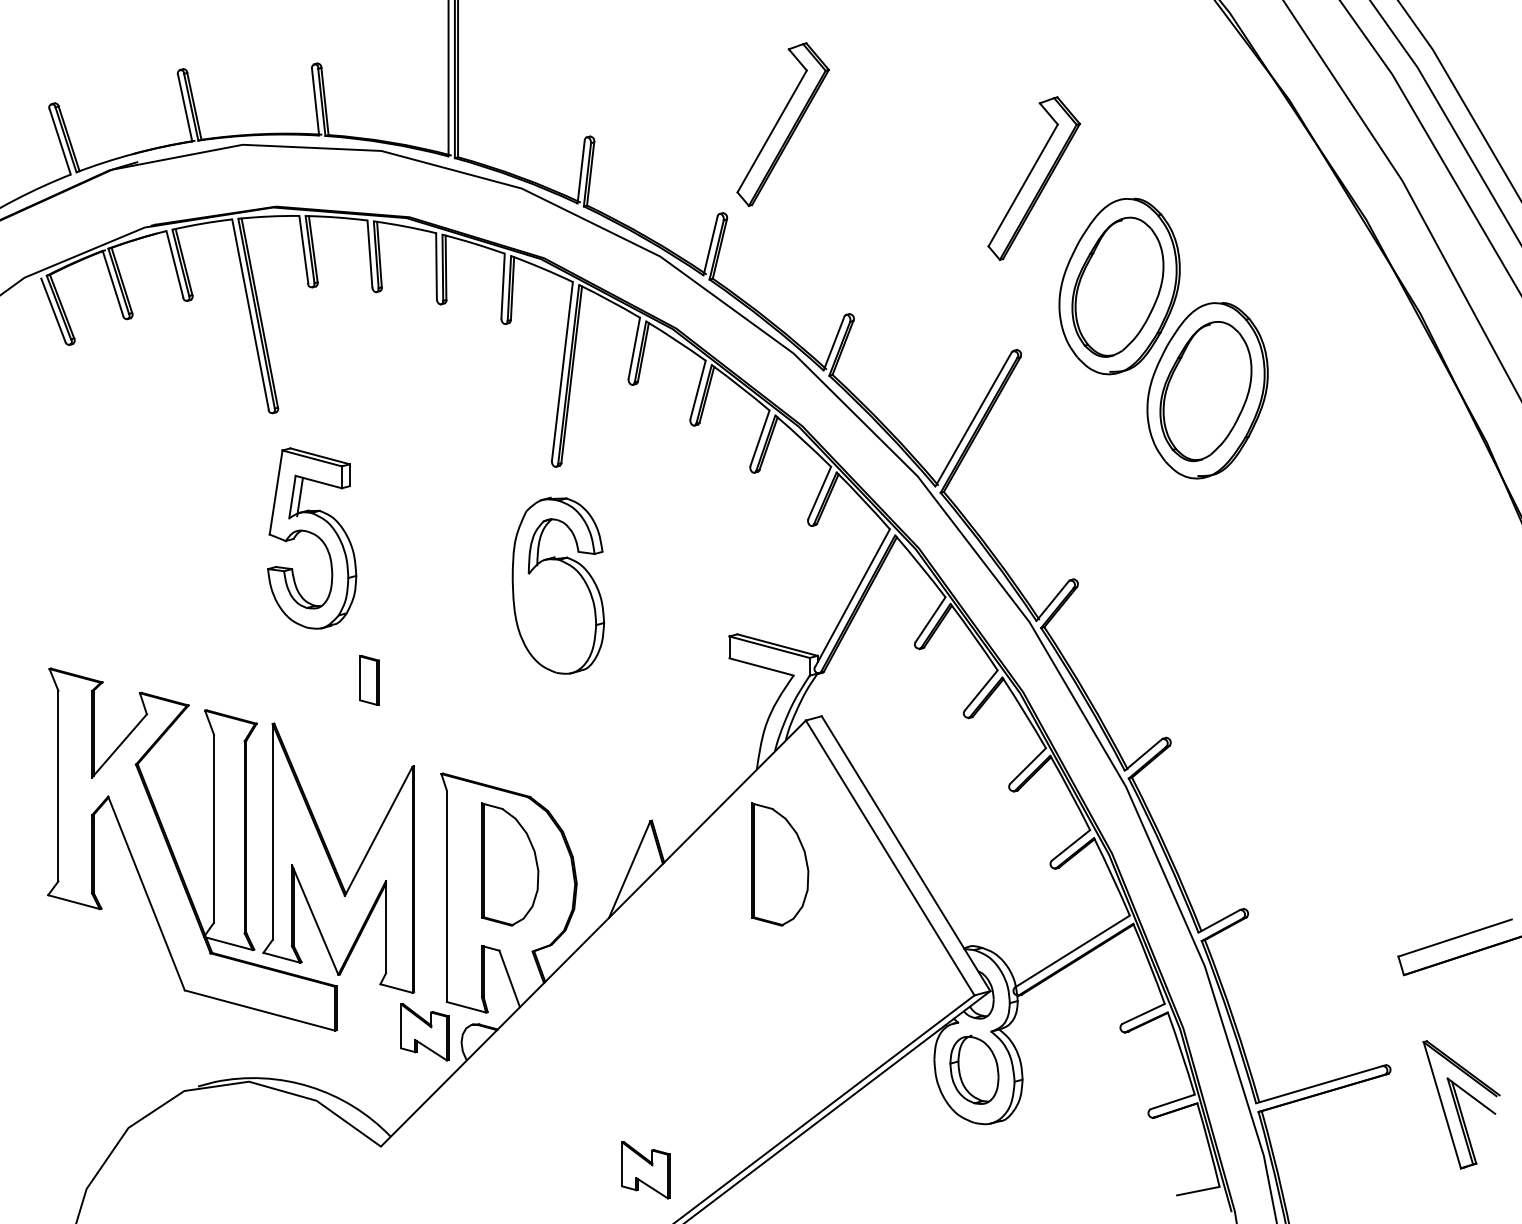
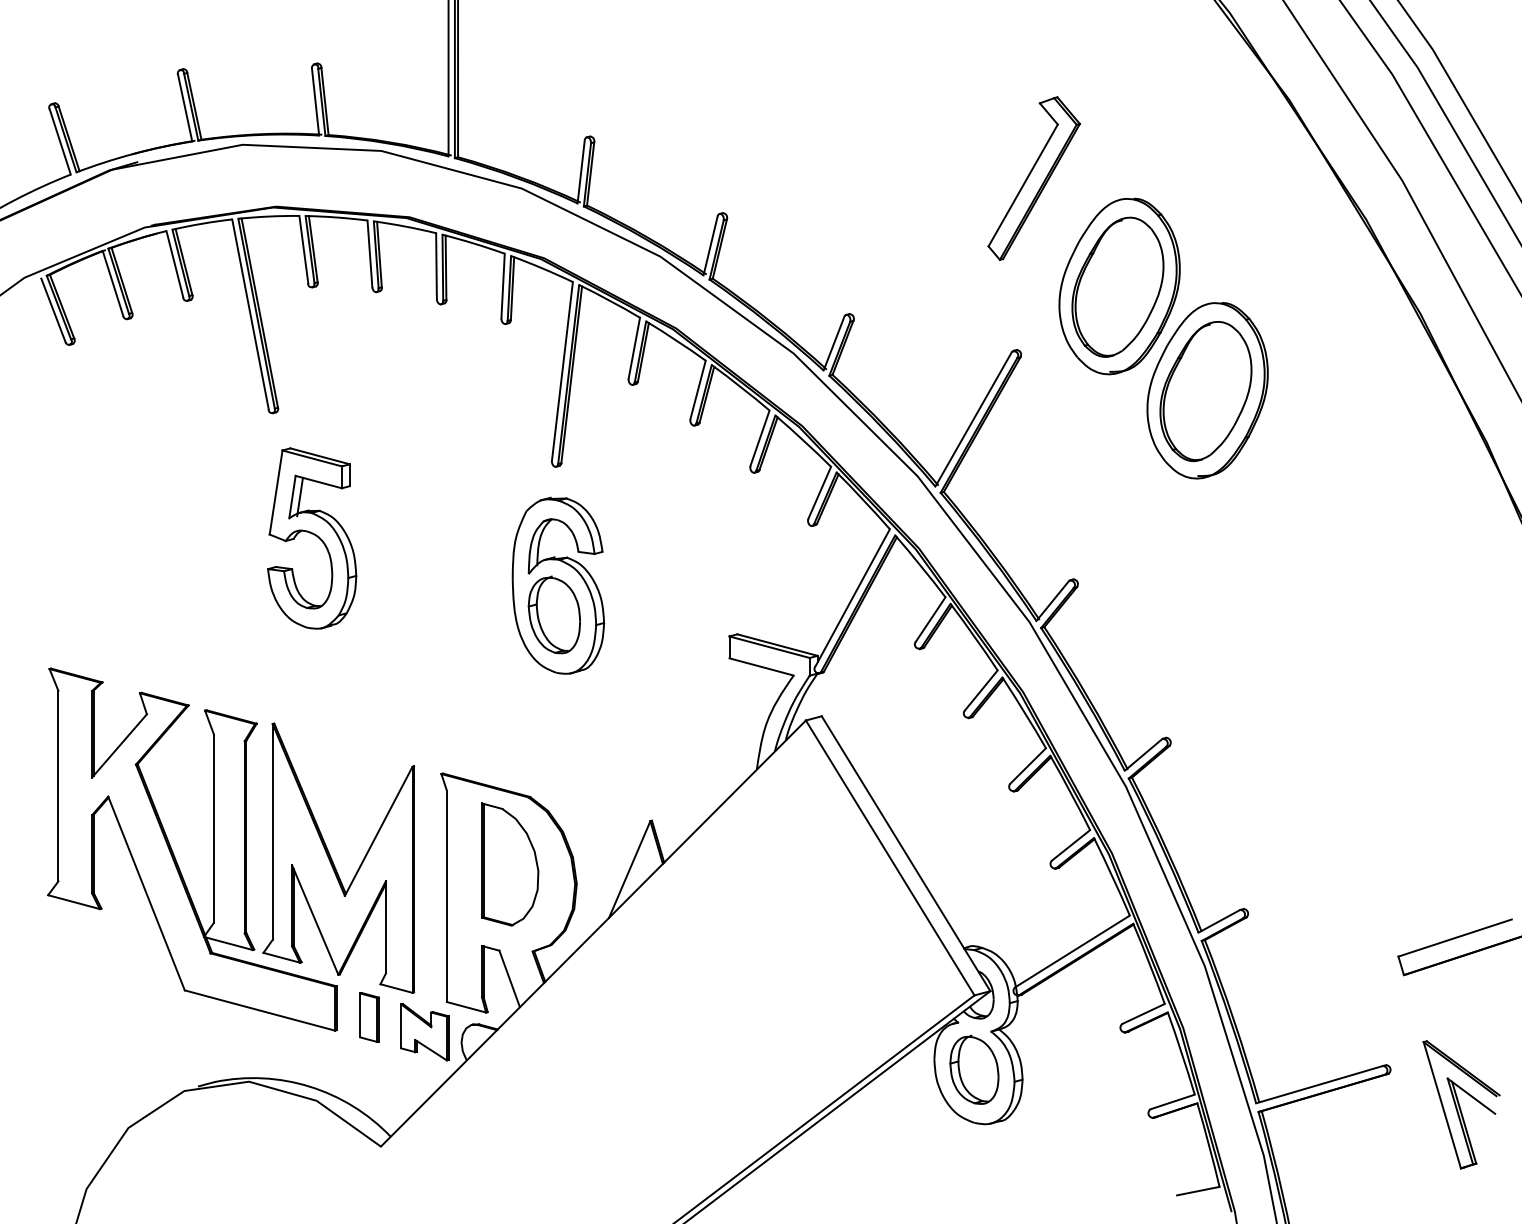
part at (782, 124): present -> none
part at (553, 614): none -> present
part at (369, 680) position: (369, 680) -> (369, 1017)
part at (780, 864): present -> none
part at (645, 1170): present -> none
